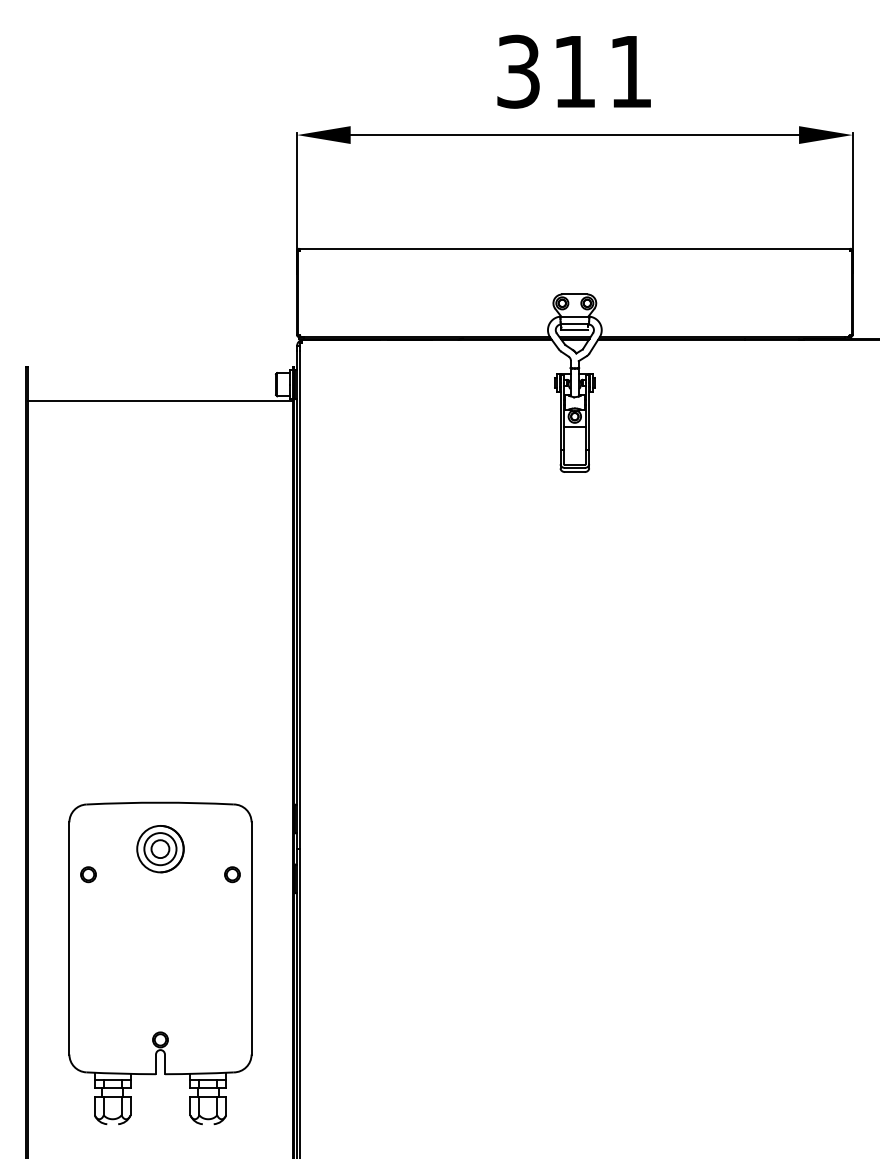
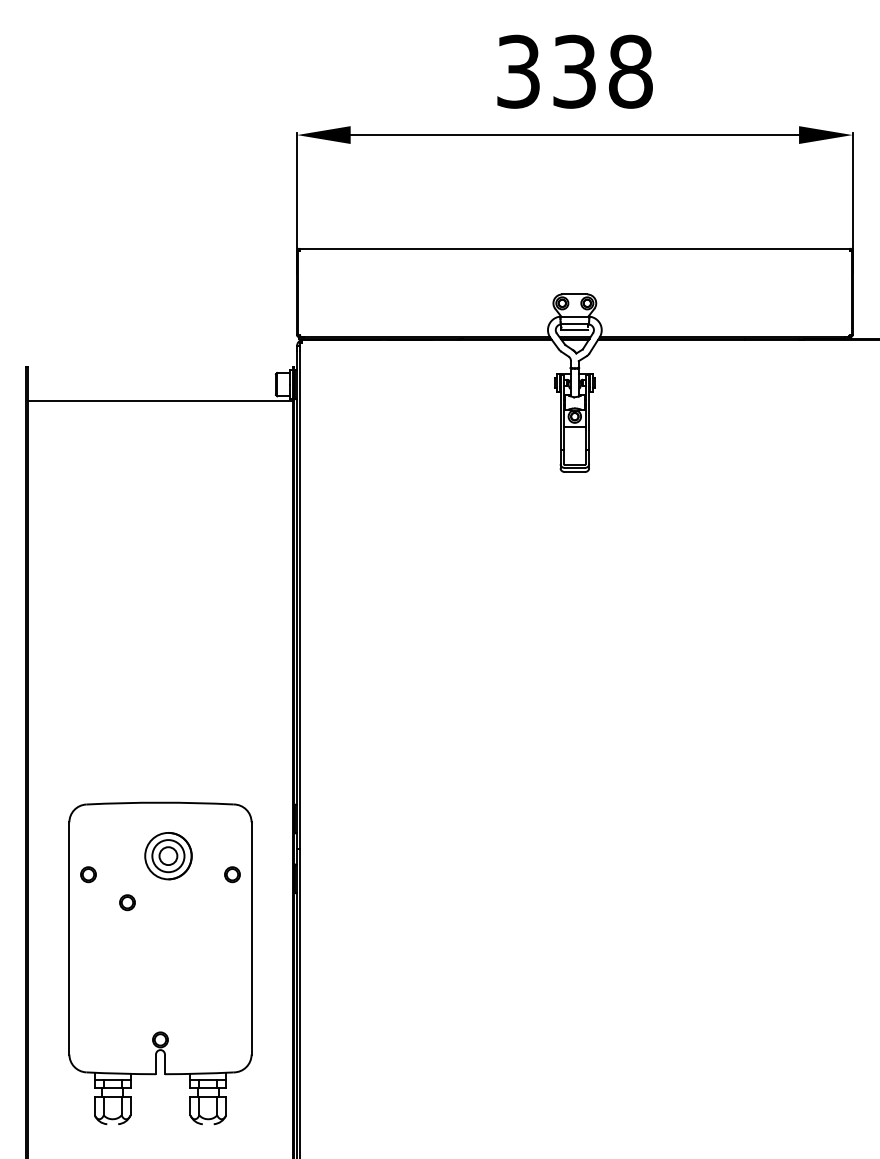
text at (602, 71): 311 -> 338
part at (160, 849) position: (160, 849) -> (168, 856)
part at (127, 902): none -> present
